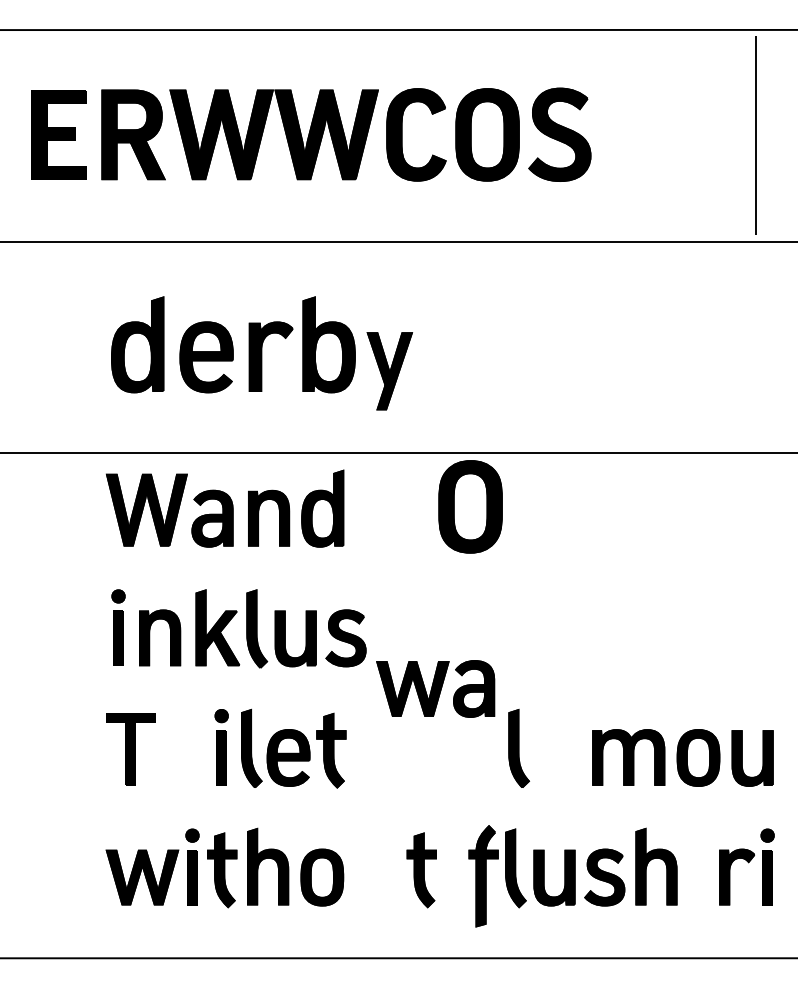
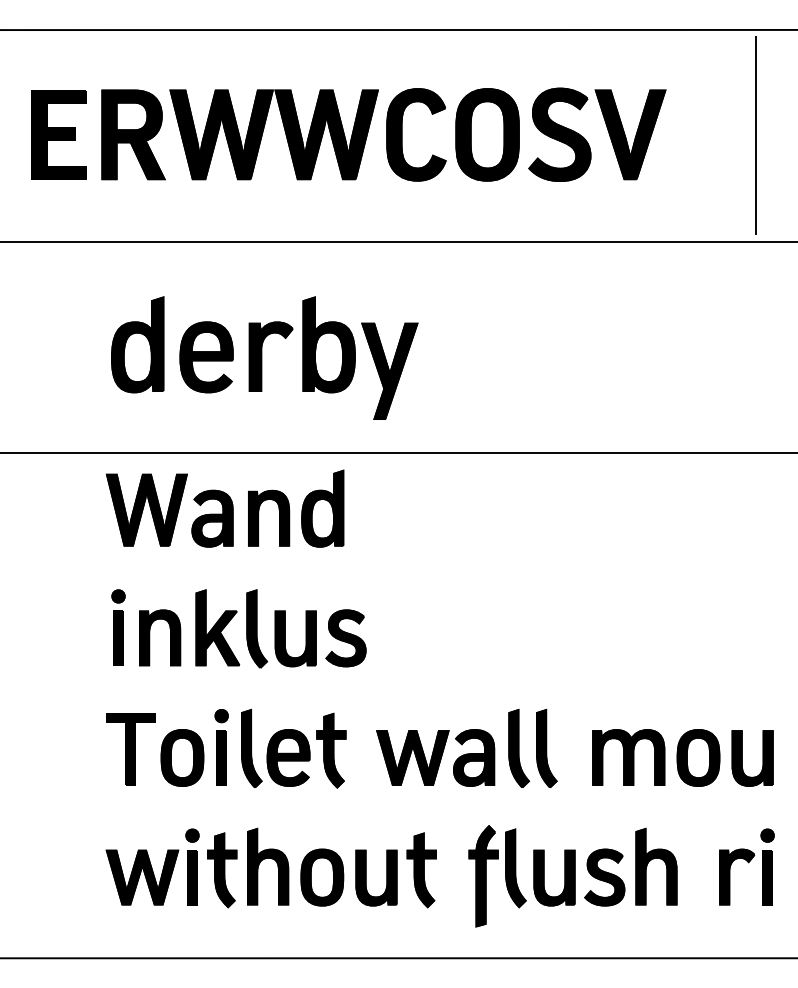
part at (630, 134): none -> present
part at (389, 371) size: 48x79 px -> 58x98 px
part at (470, 506): present -> none
part at (435, 688) position: (435, 688) -> (435, 757)
part at (546, 747): none -> present
part at (182, 757): none -> present
part at (366, 877): none -> present
